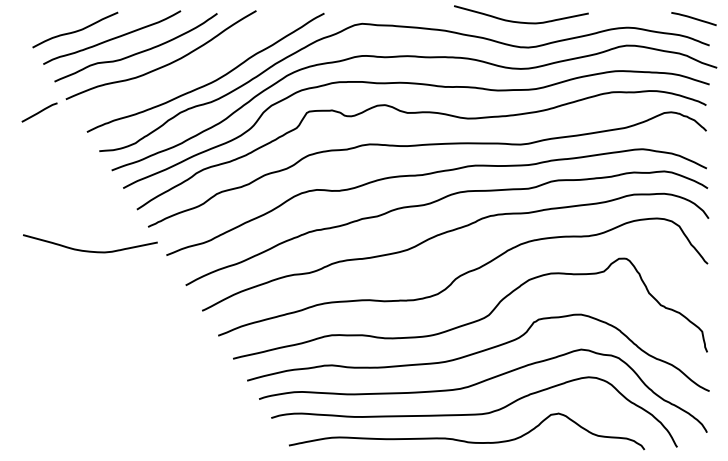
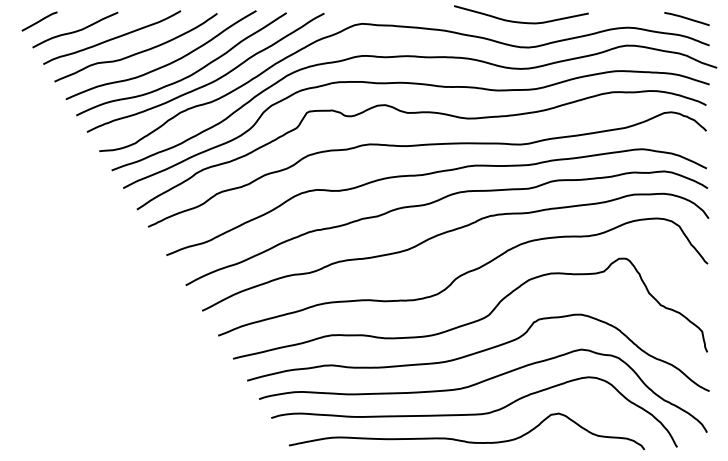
line at (693, 19) position: (693, 19) -> (686, 19)
curve at (186, 76): none -> present
line at (39, 112) position: (39, 112) -> (39, 21)
curve at (90, 250): present -> none
